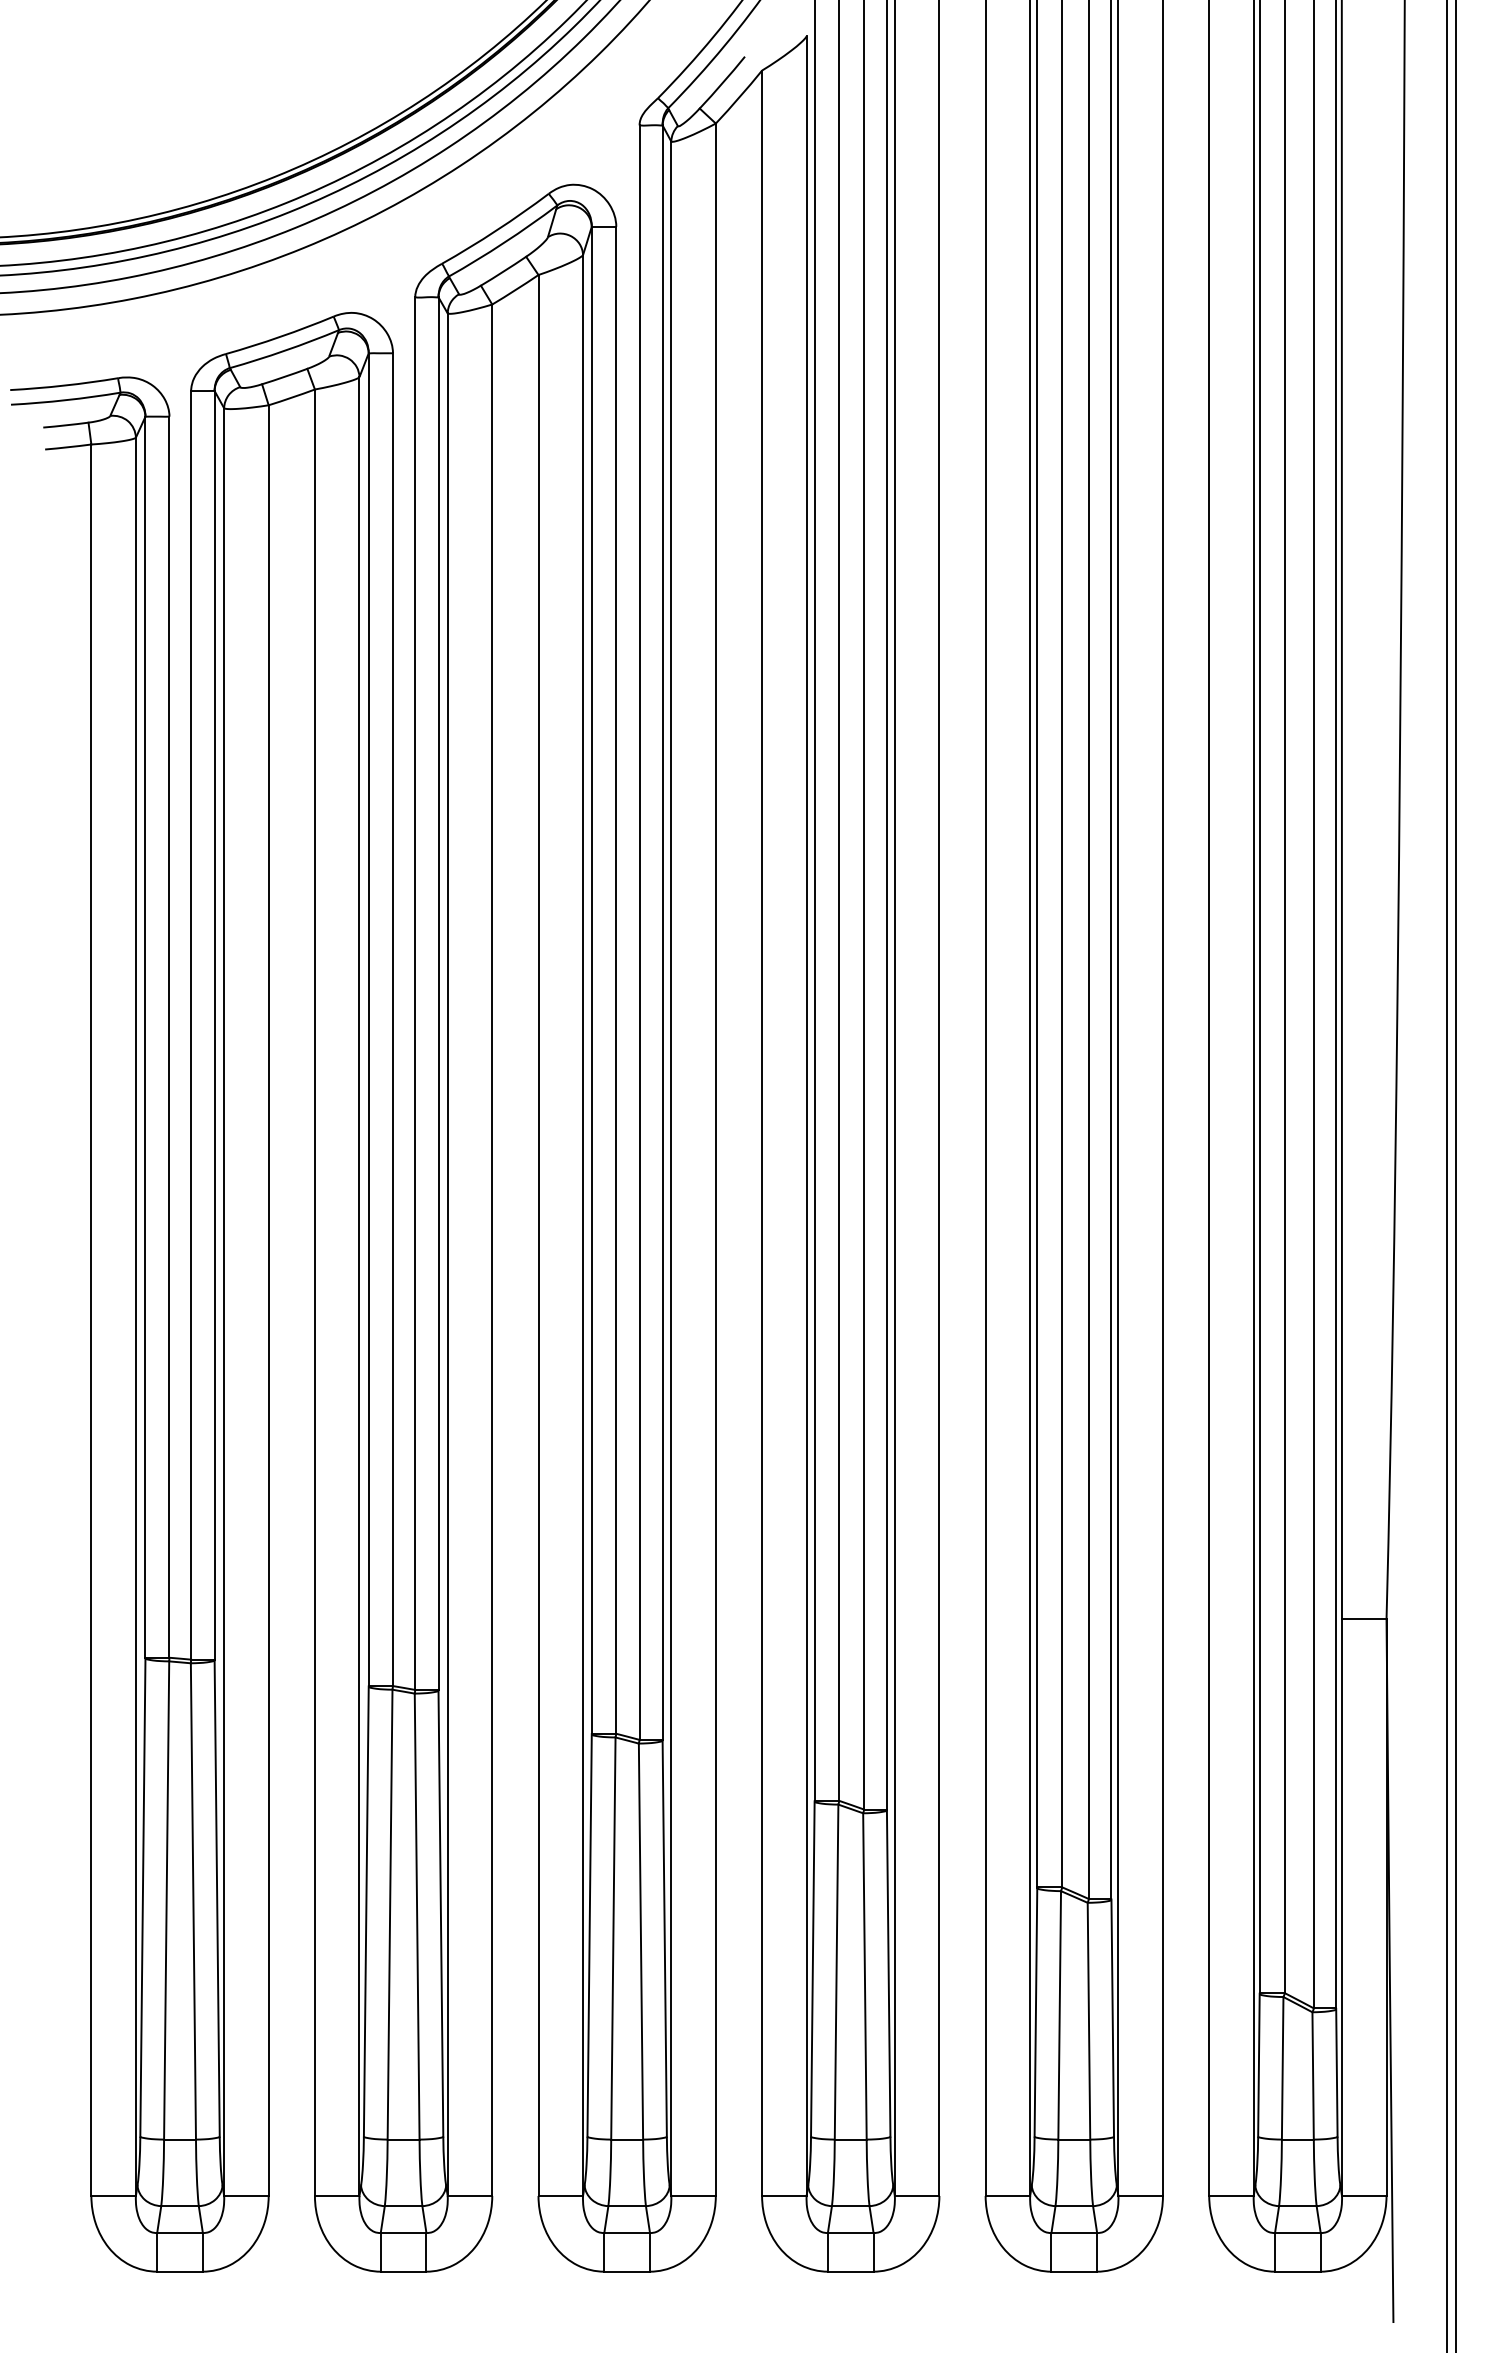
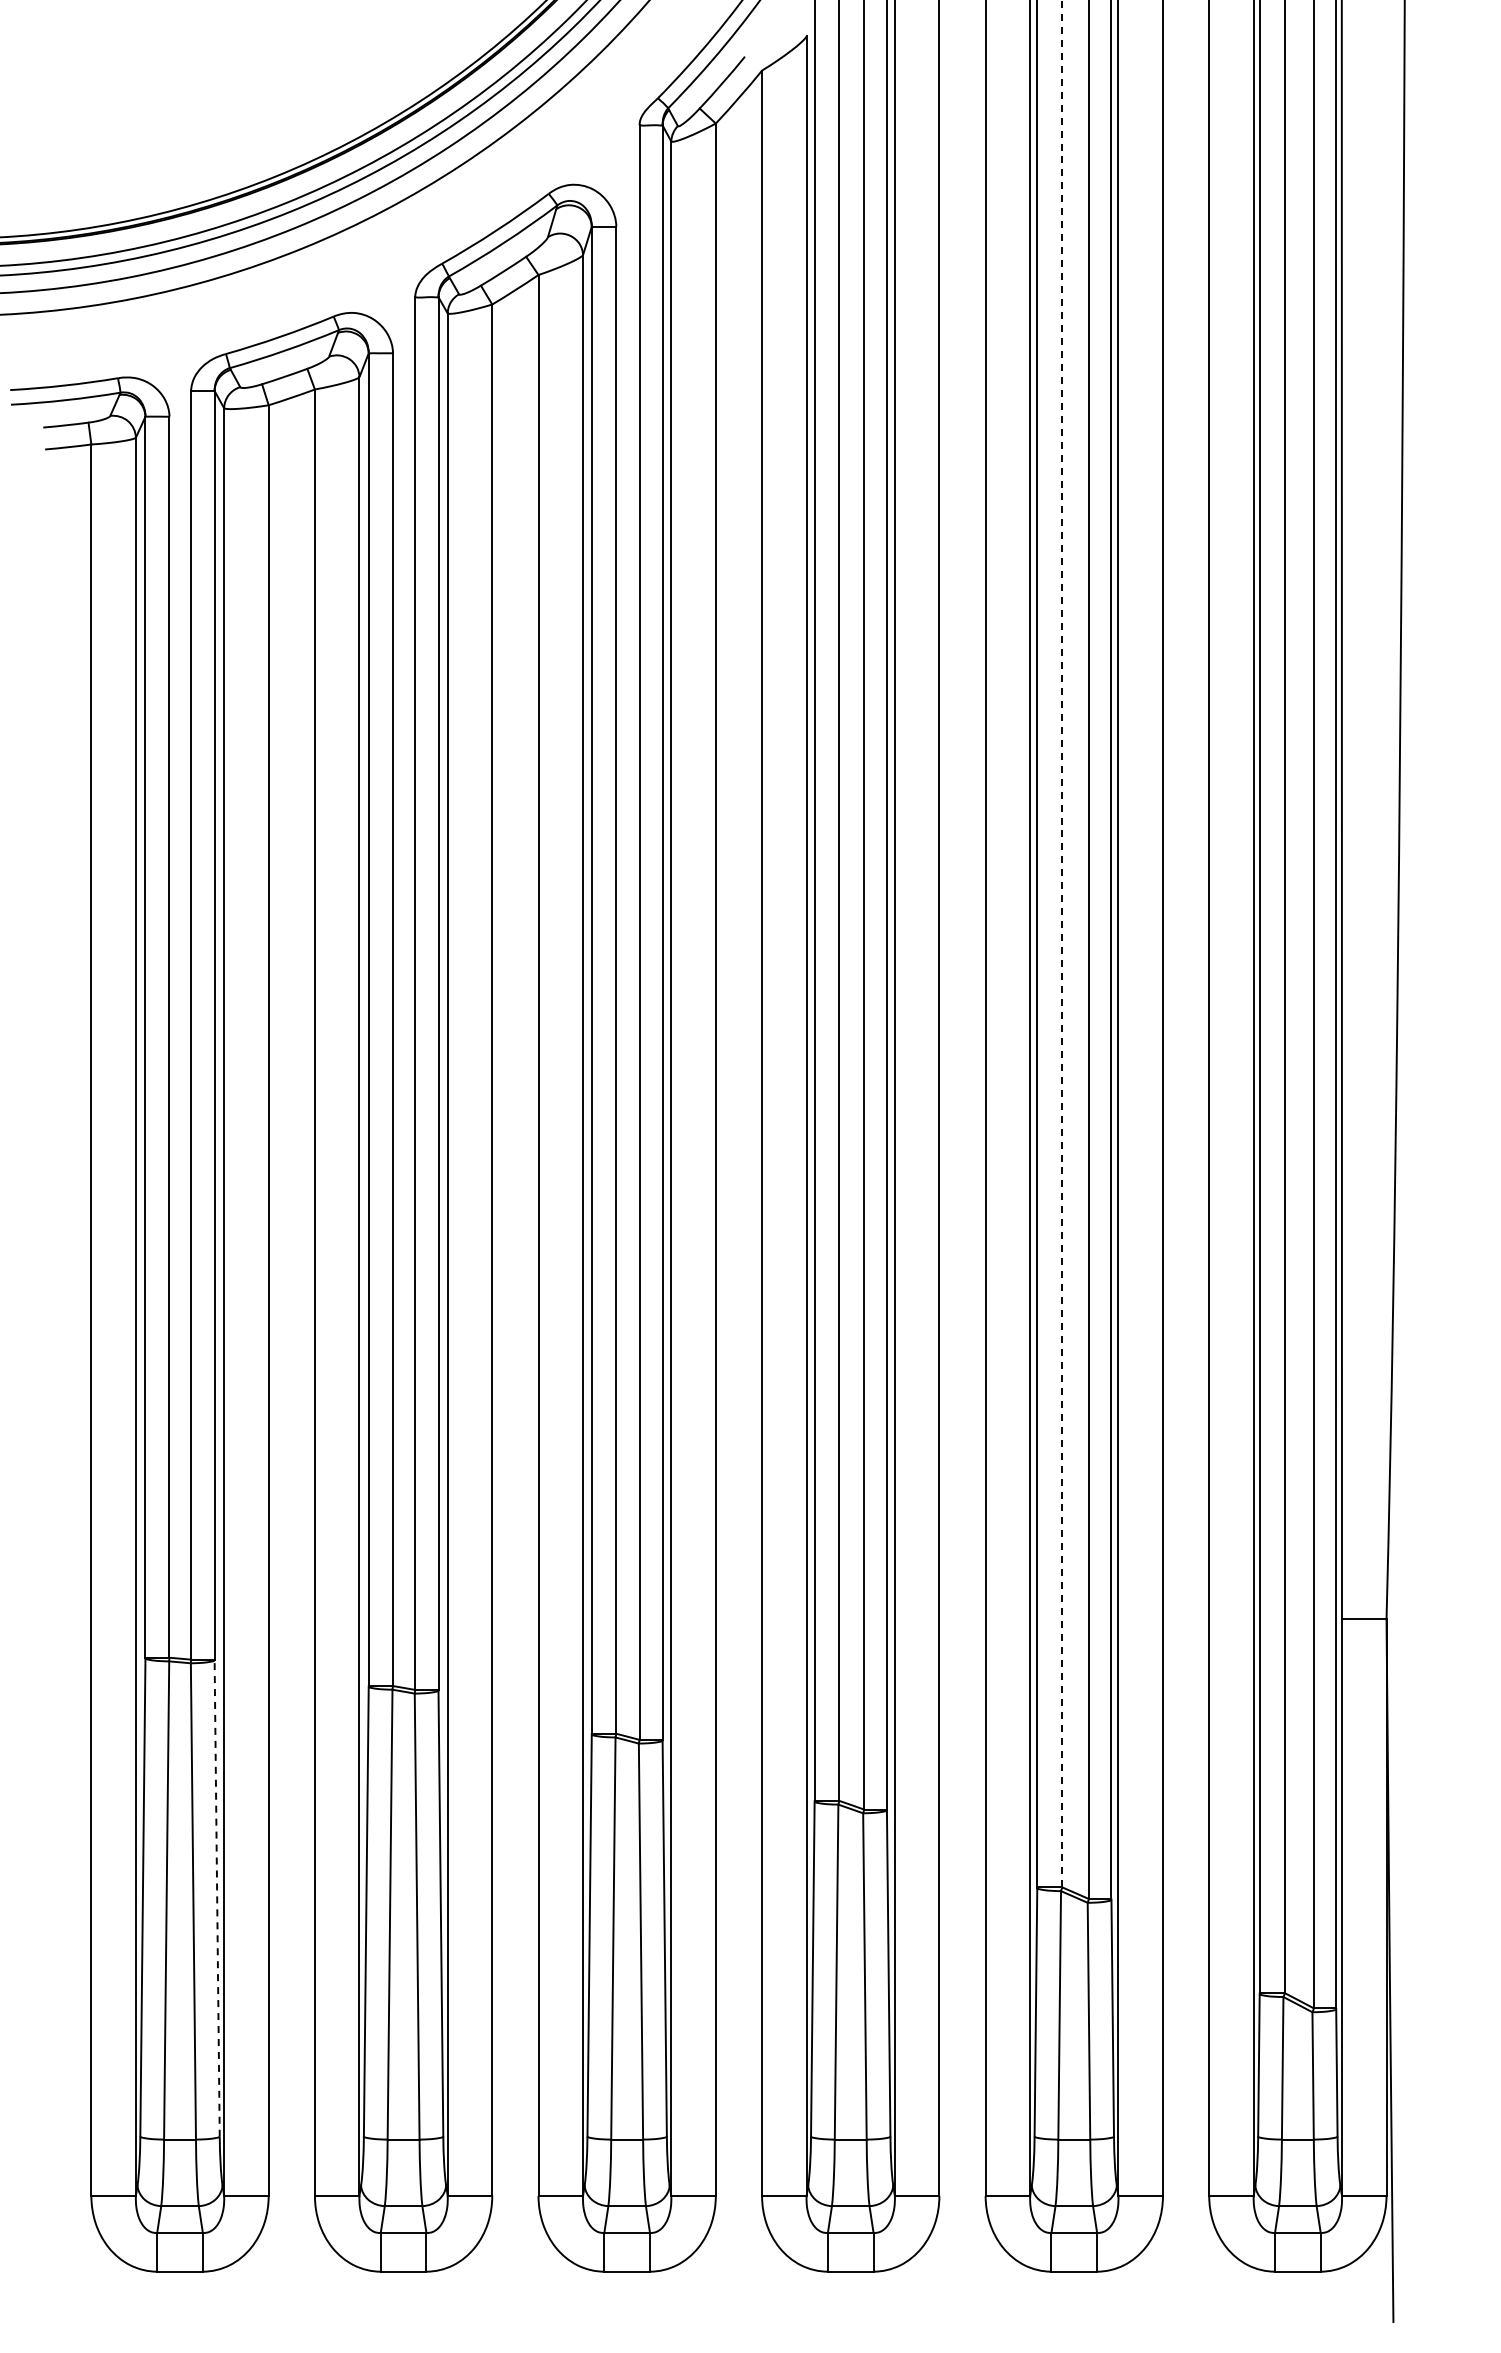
line at (1062, 943): solid -> dashed
line at (1446, 1175): present -> none
line at (1455, 1175): present -> none
line at (217, 1897): solid -> dashed
